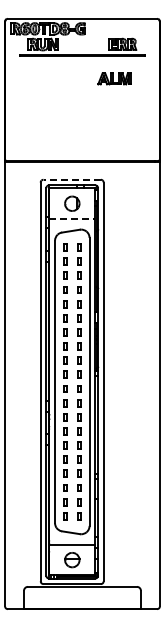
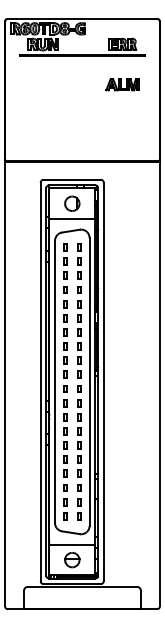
part at (114, 78) position: (114, 78) -> (122, 84)
line at (72, 179): dashed -> solid
line at (72, 219): dashed -> solid
